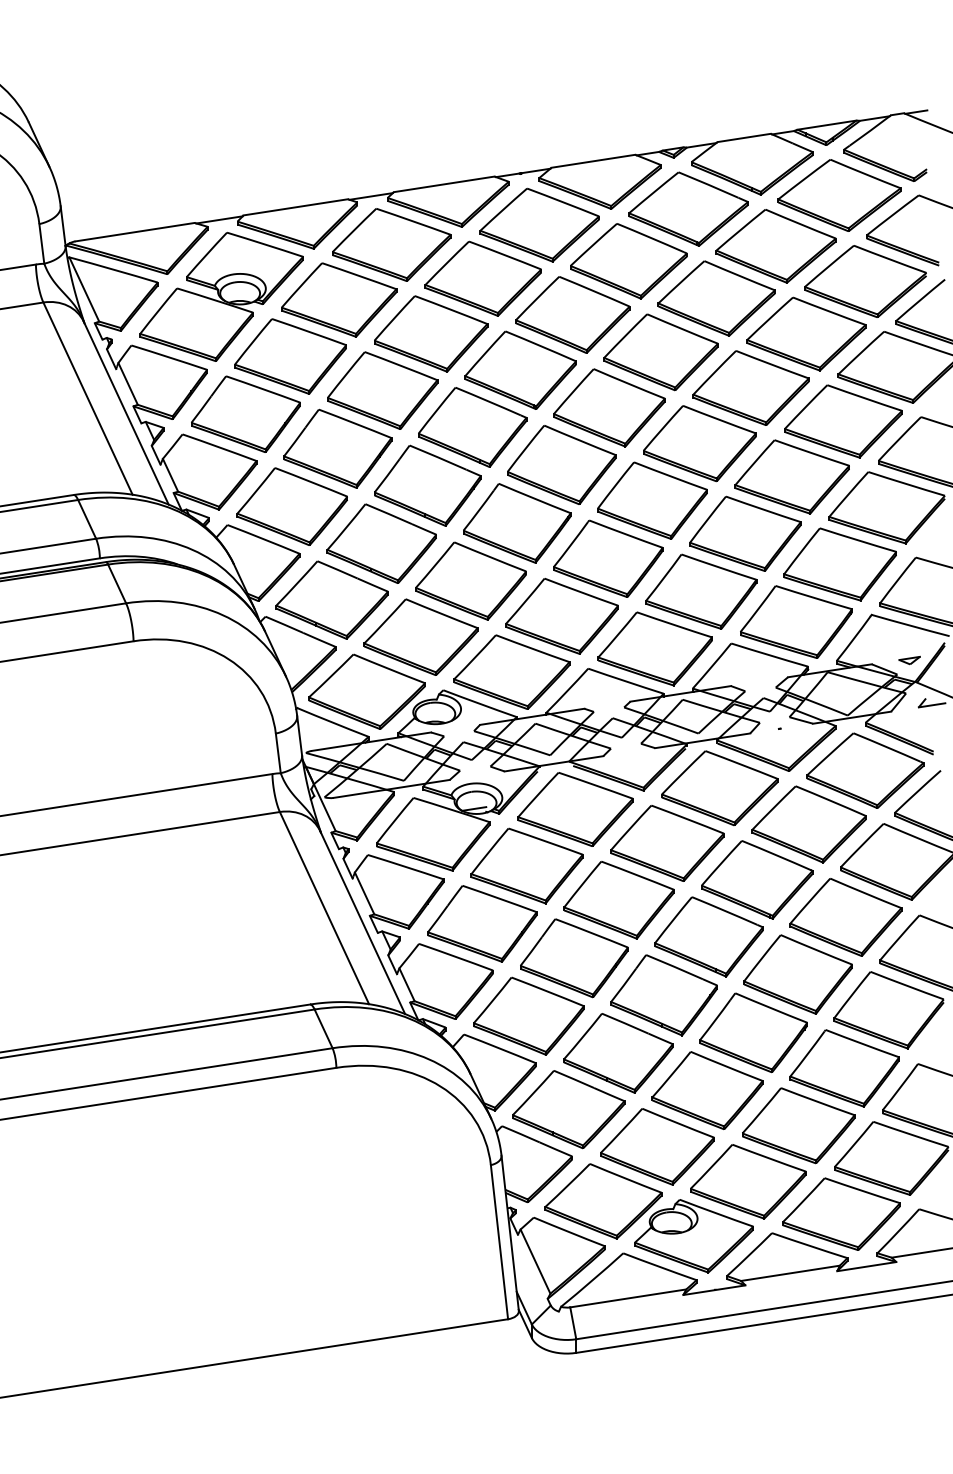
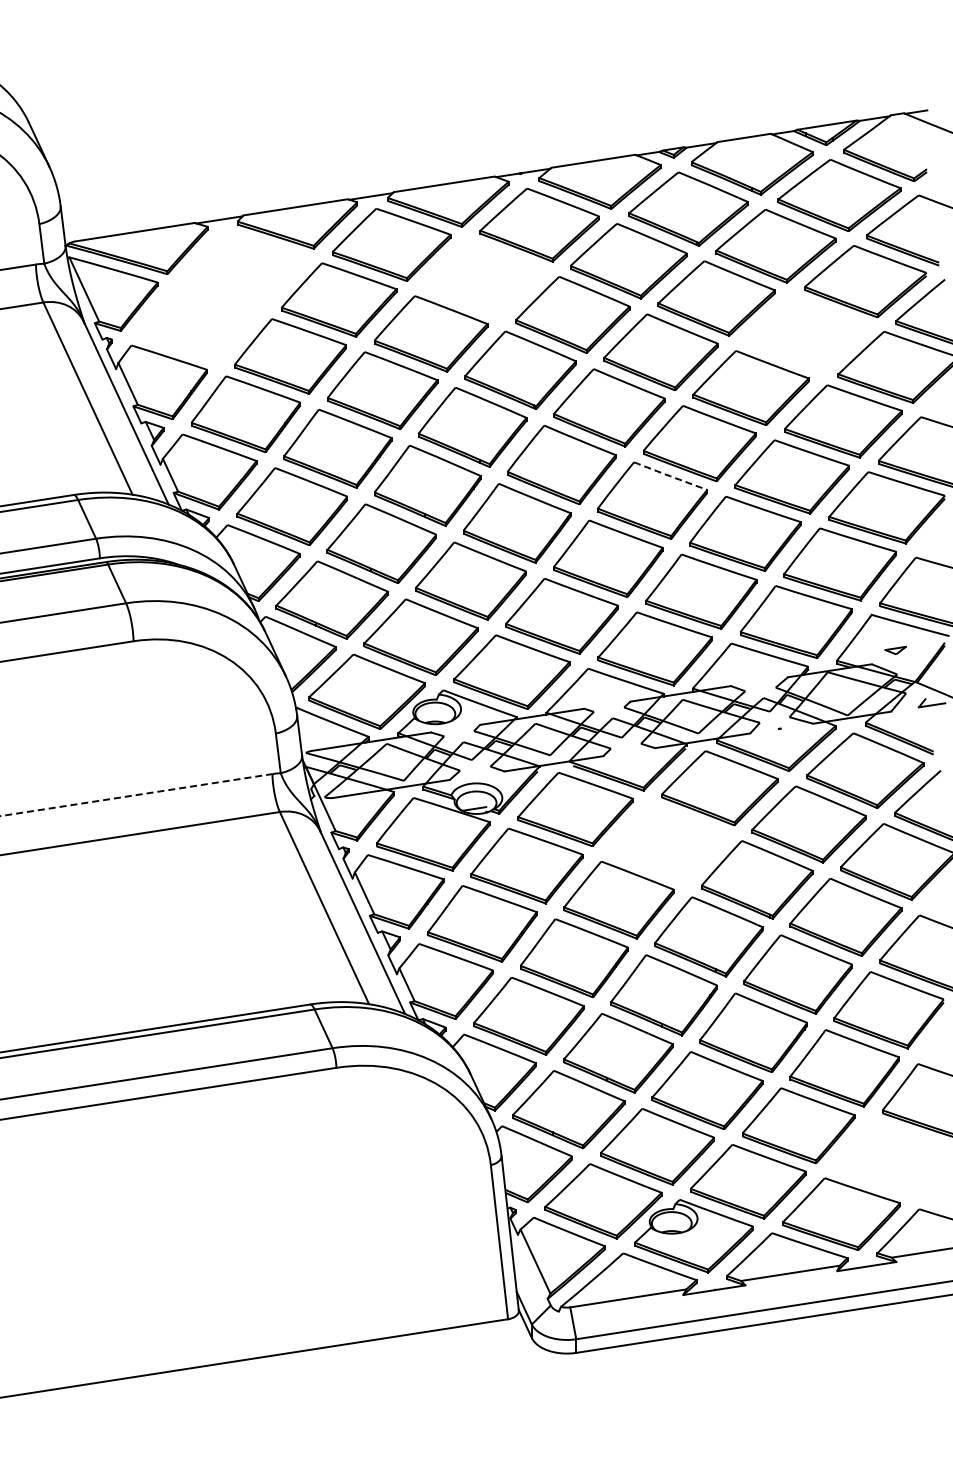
part at (482, 278): present -> none
part at (221, 296): present -> none
part at (806, 333): present -> none
arc at (670, 476): solid -> dashed
part at (909, 660) position: (909, 660) -> (895, 650)
line at (137, 794): solid -> dashed
part at (667, 843): present -> none
part at (891, 1158): present -> none
